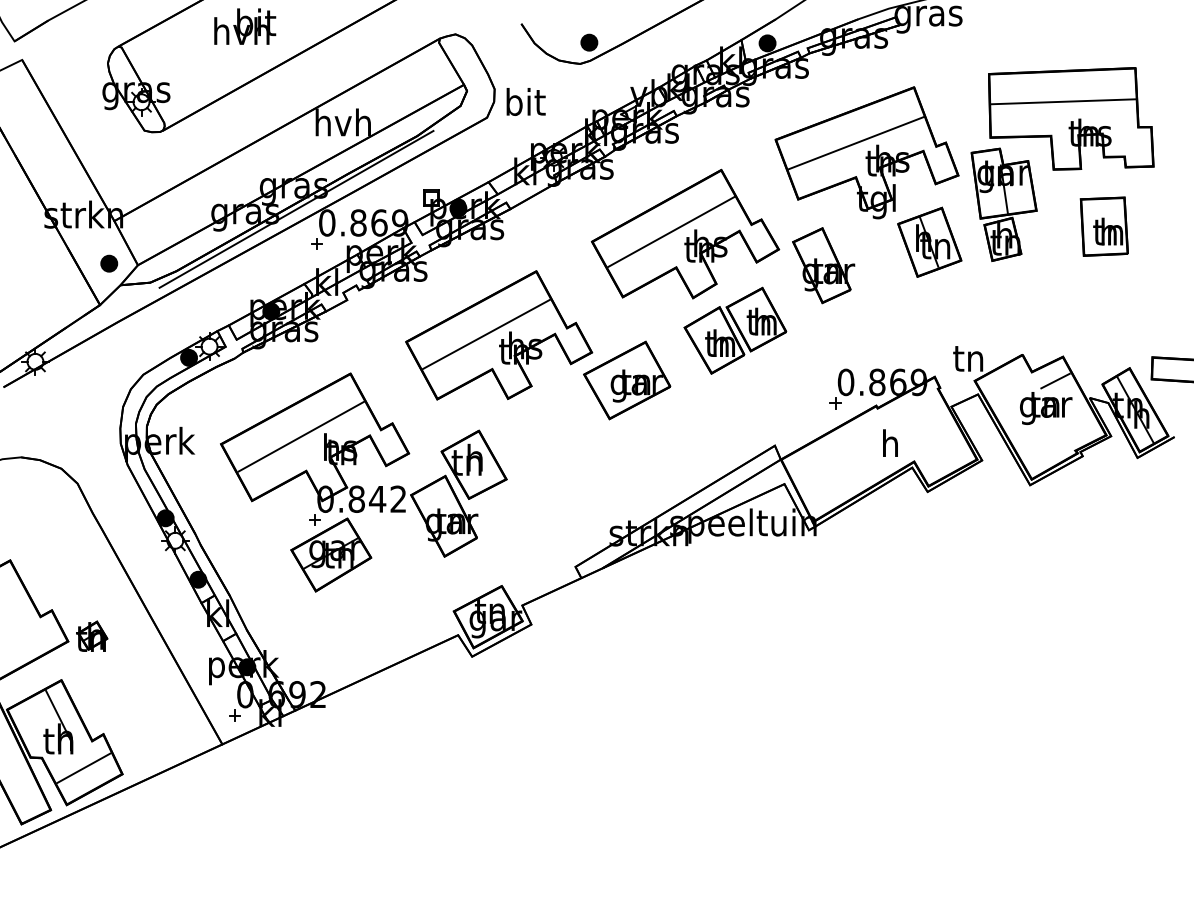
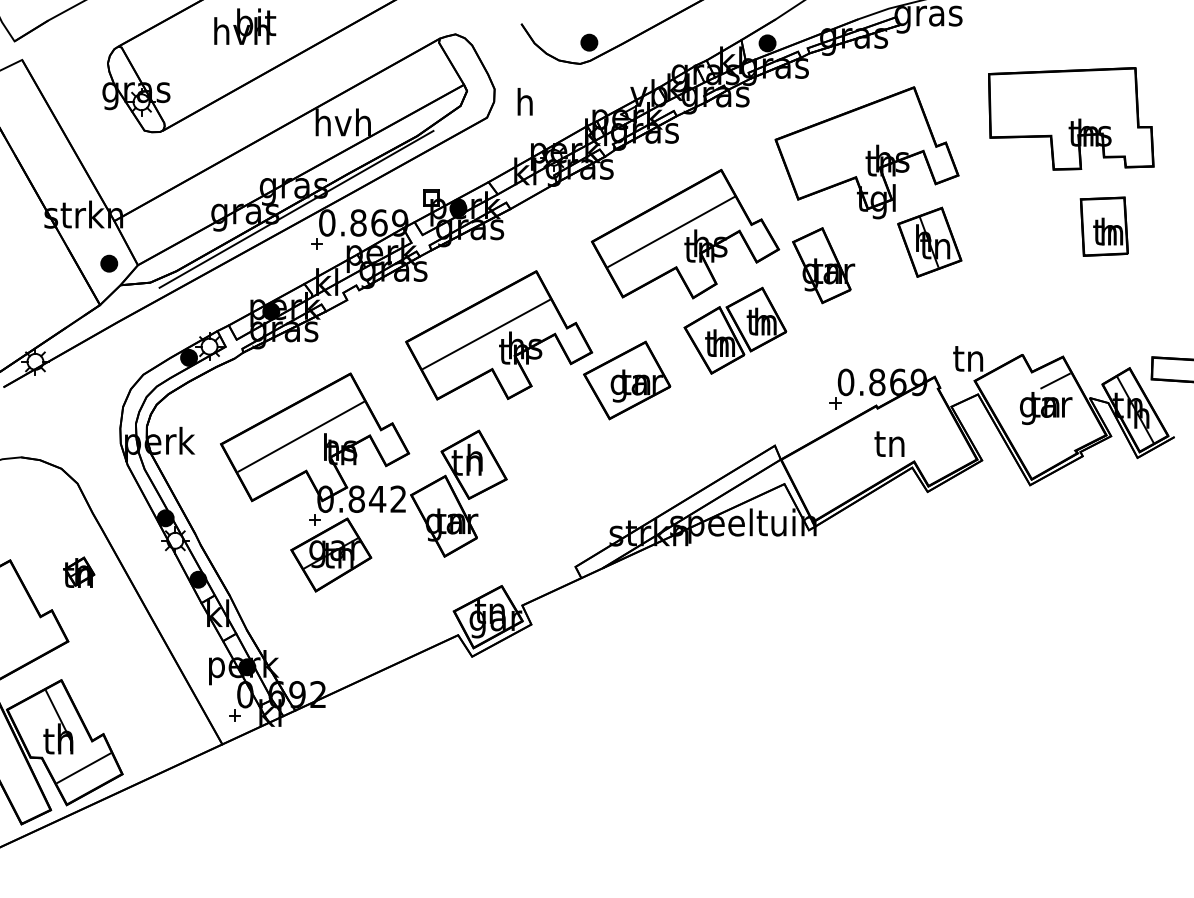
line at (1062, 101): present -> none
text at (525, 102): bit -> h
line at (855, 143): present -> none
part at (1003, 204): present -> none
text at (889, 442): h -> tn
part at (92, 635) position: (92, 635) -> (79, 571)
